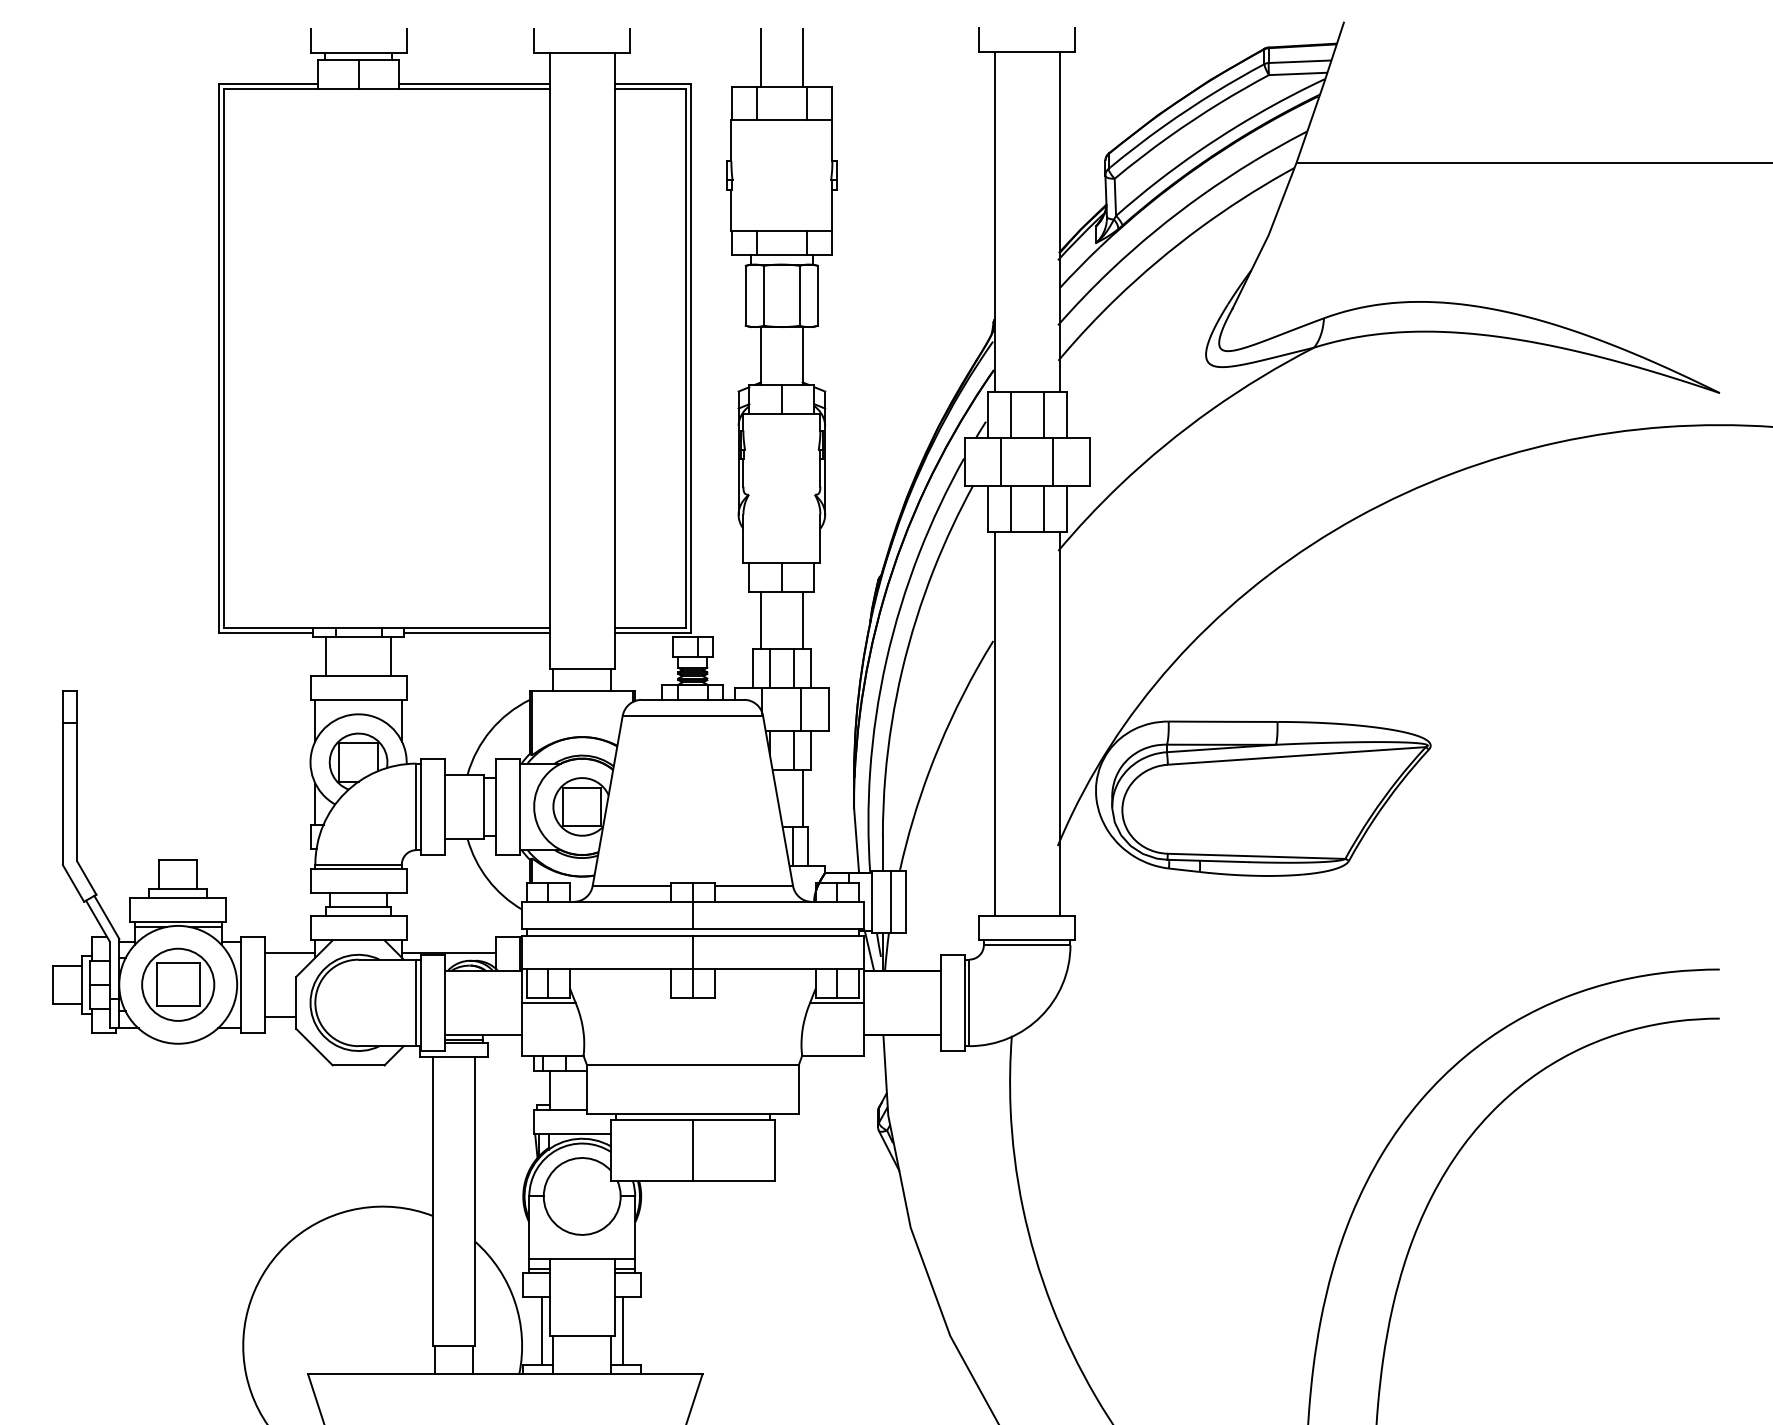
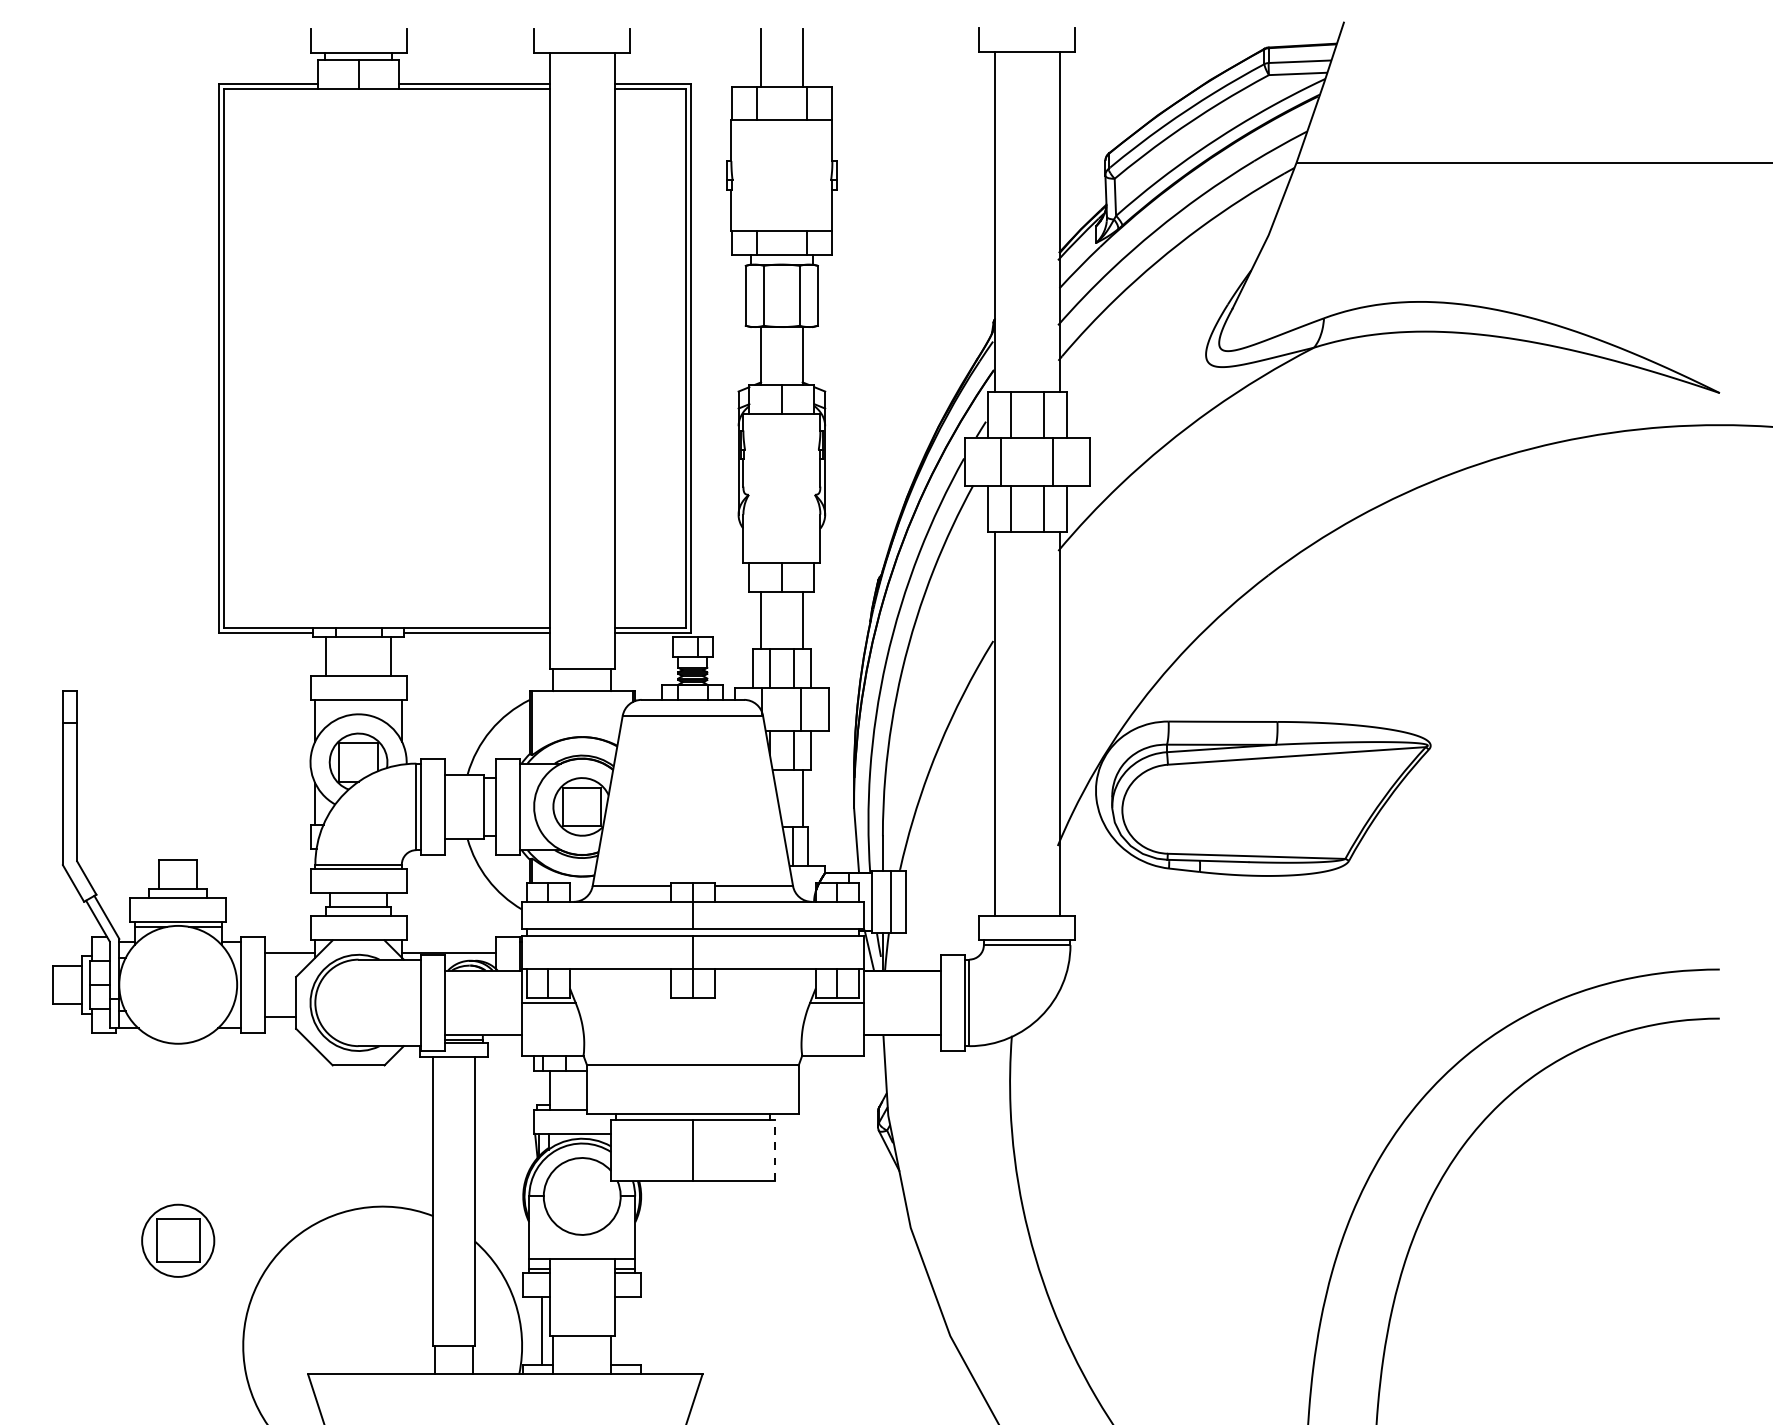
part at (178, 984) position: (178, 984) -> (178, 1240)
line at (416, 1002): present -> none
line at (774, 1150): solid -> dashed
line at (622, 1330): present -> none
